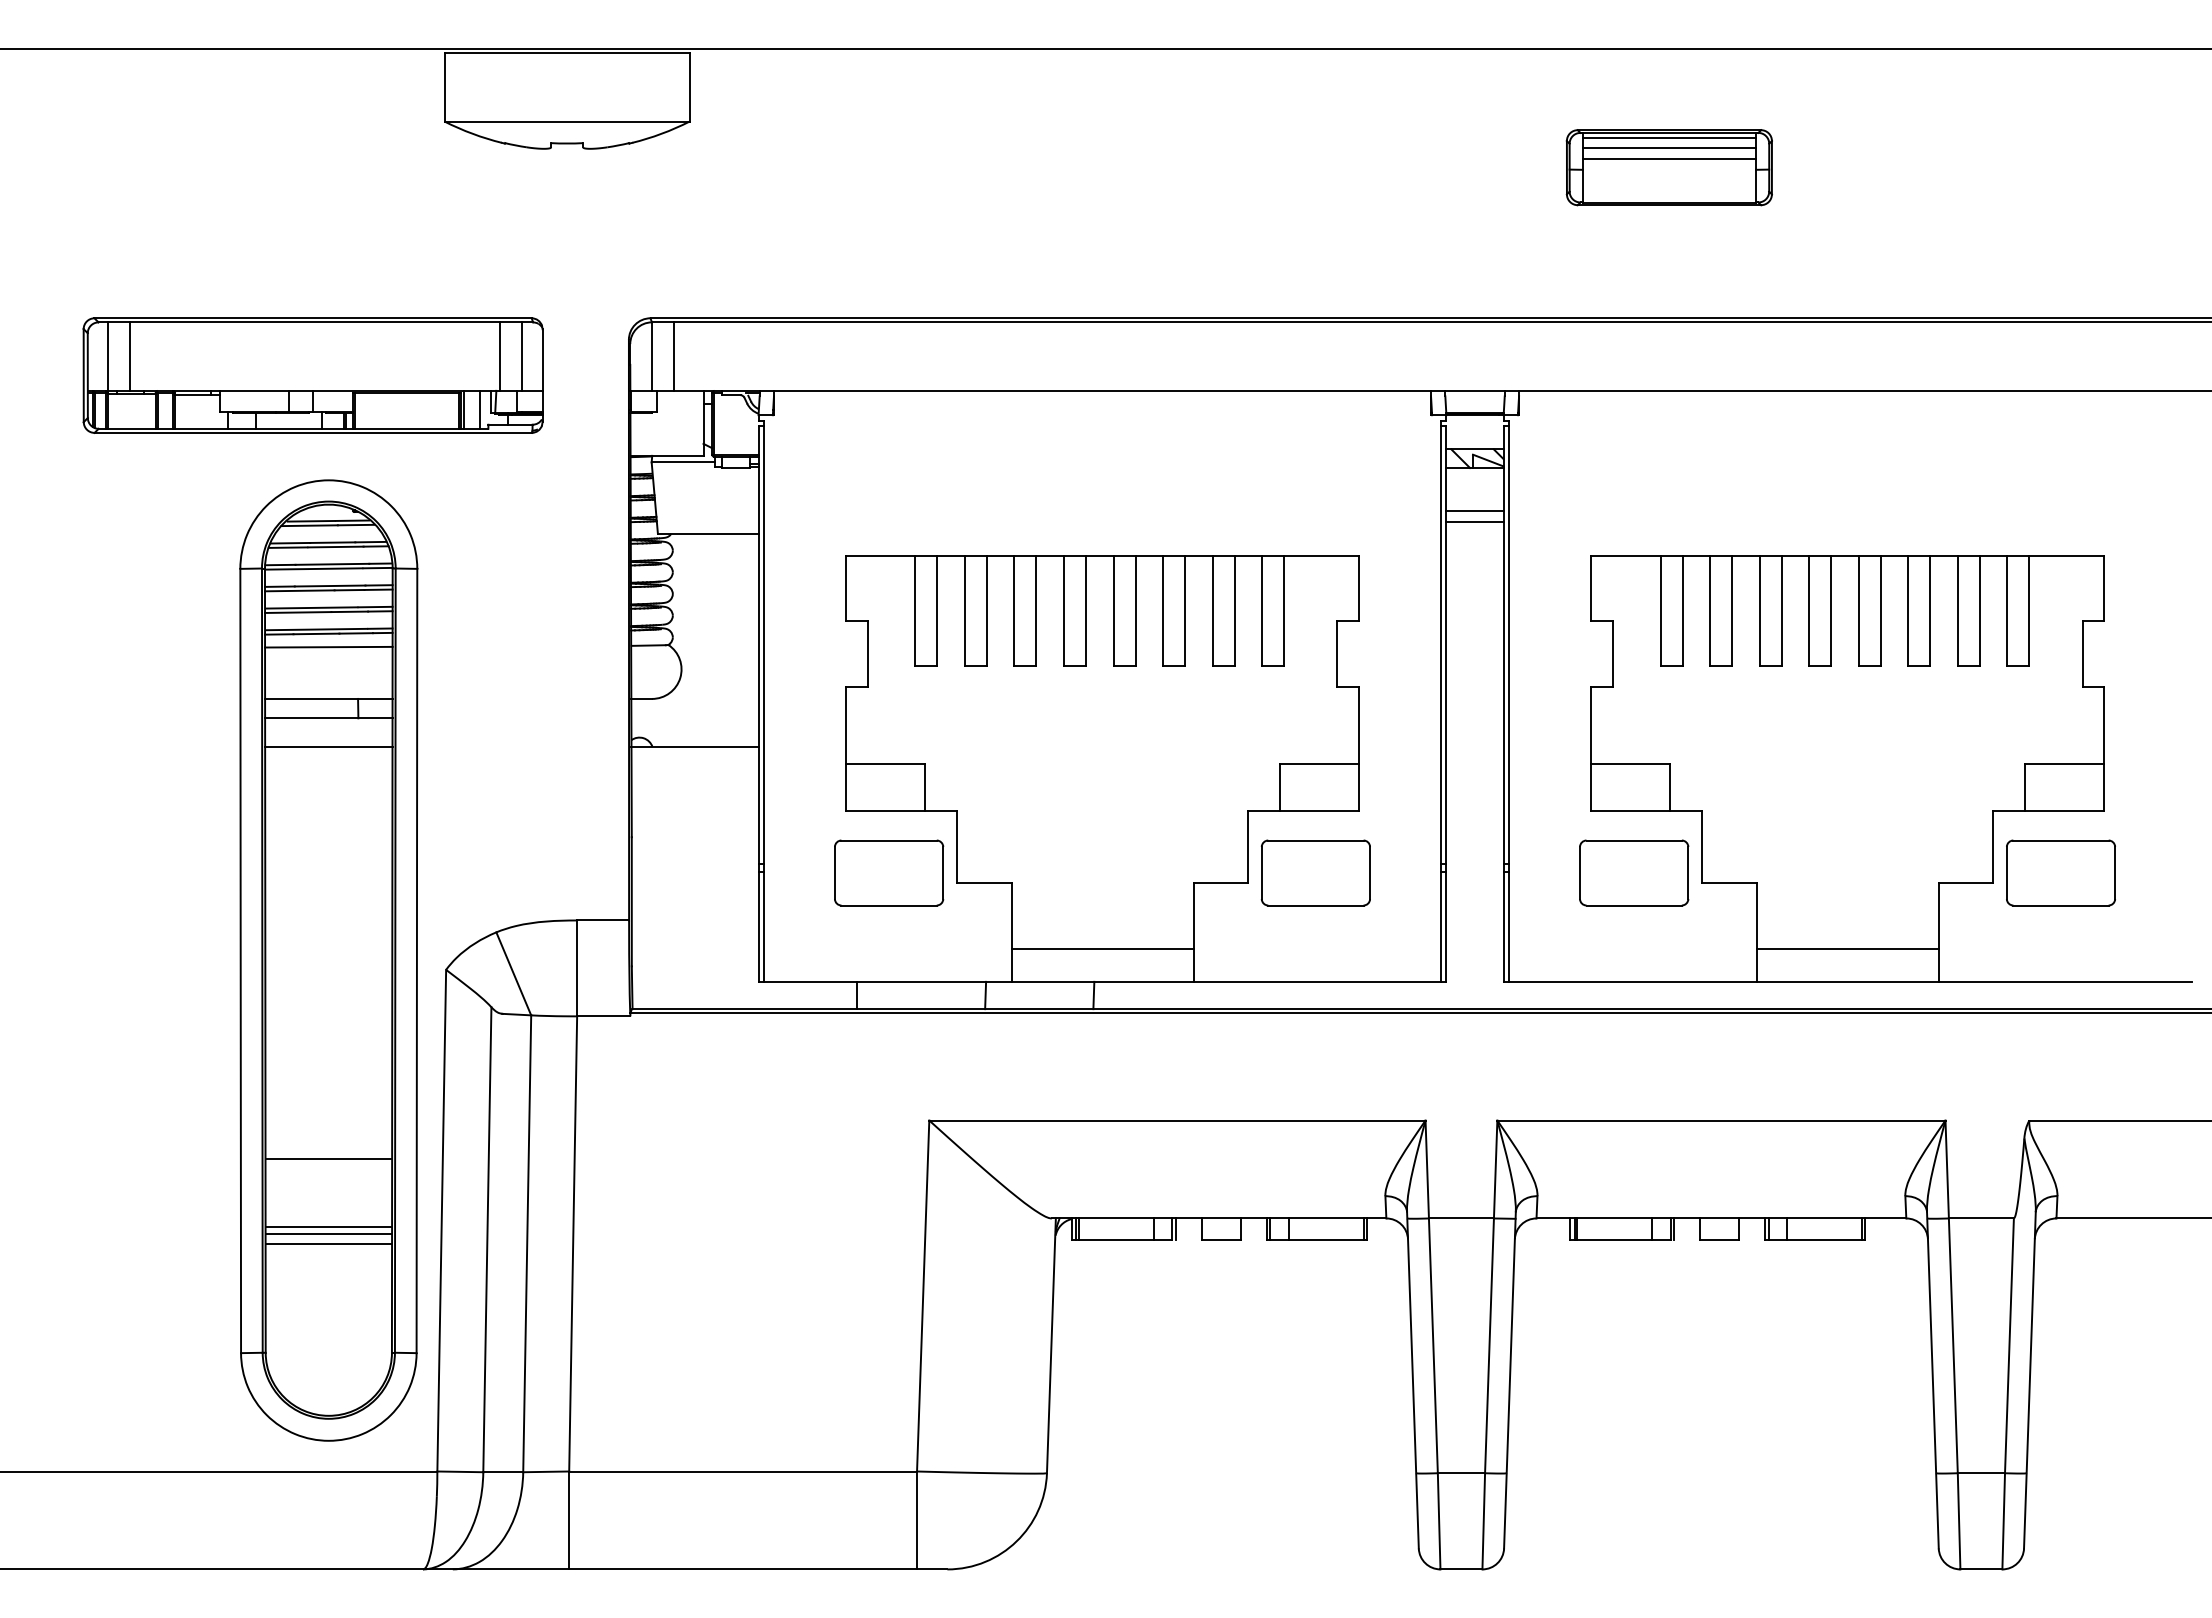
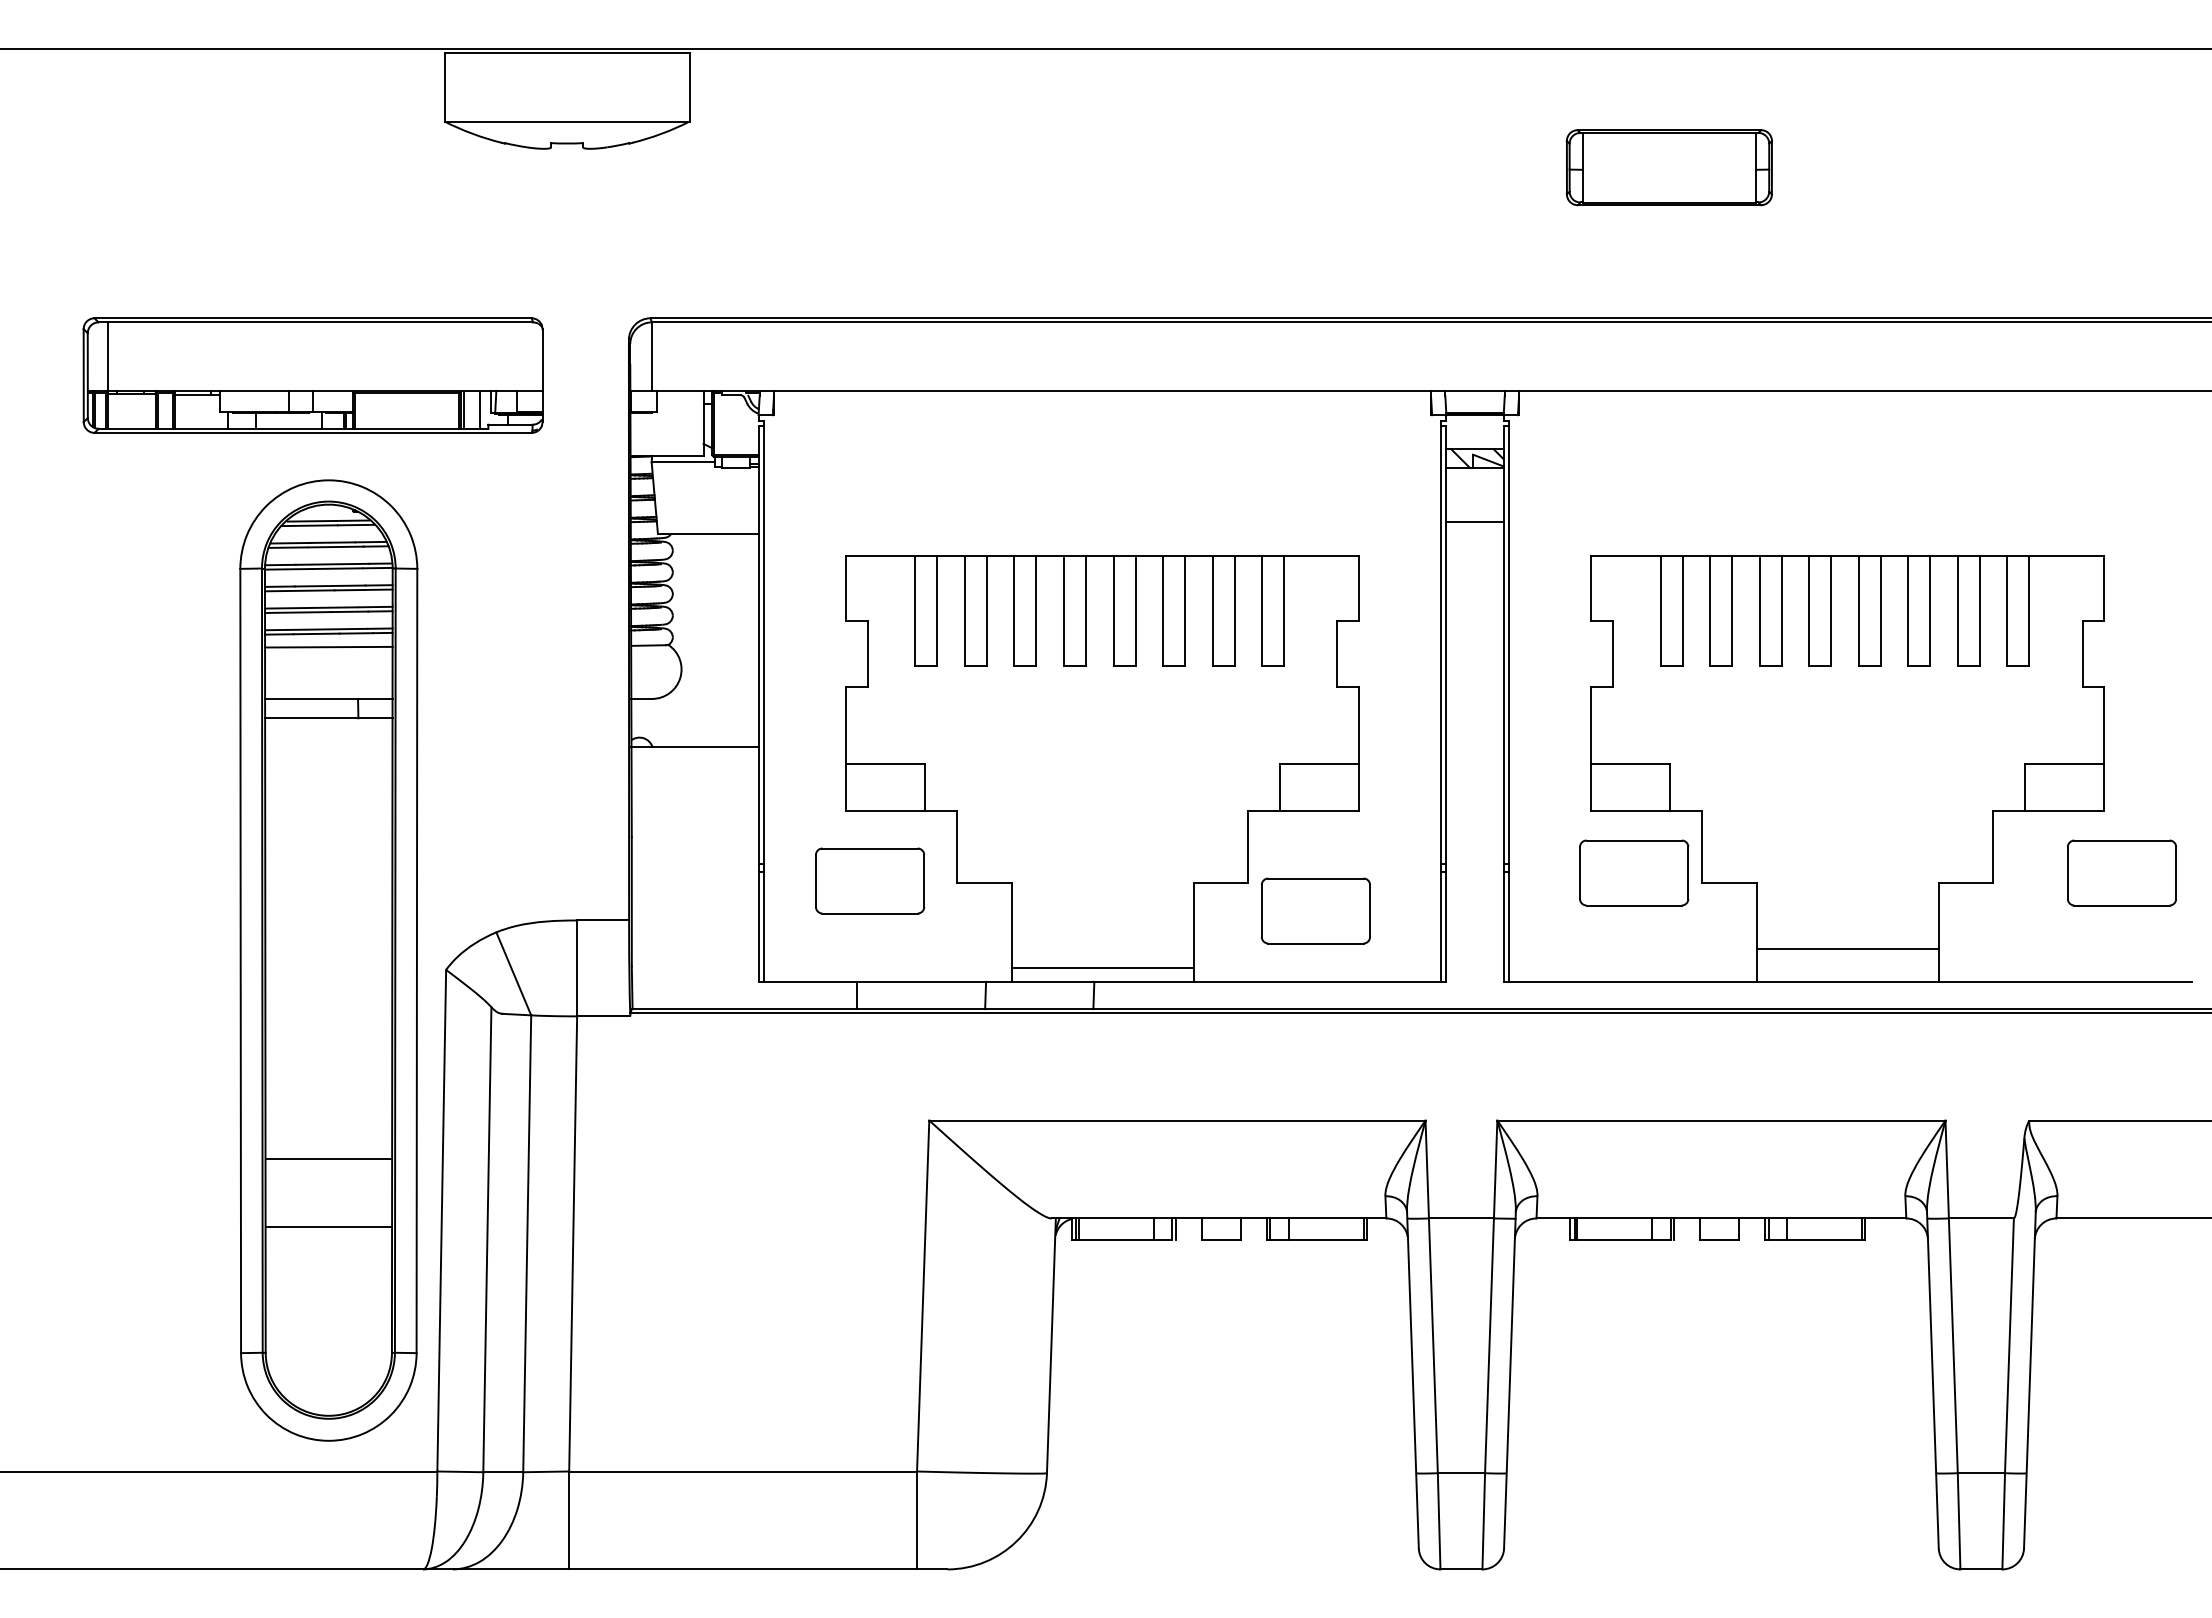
line at (1669, 137): present -> none
line at (1669, 147): present -> none
line at (1669, 159): present -> none
line at (129, 356): present -> none
line at (500, 356): present -> none
line at (522, 356): present -> none
line at (673, 356): present -> none
line at (1474, 511): present -> none
line at (328, 746): present -> none
part at (889, 872) position: (889, 872) -> (870, 880)
part at (1315, 872) position: (1315, 872) -> (1315, 910)
part at (2060, 872) position: (2060, 872) -> (2121, 872)
line at (1102, 948) position: (1102, 948) -> (1102, 967)
line at (328, 1233): present -> none
line at (328, 1243): present -> none
